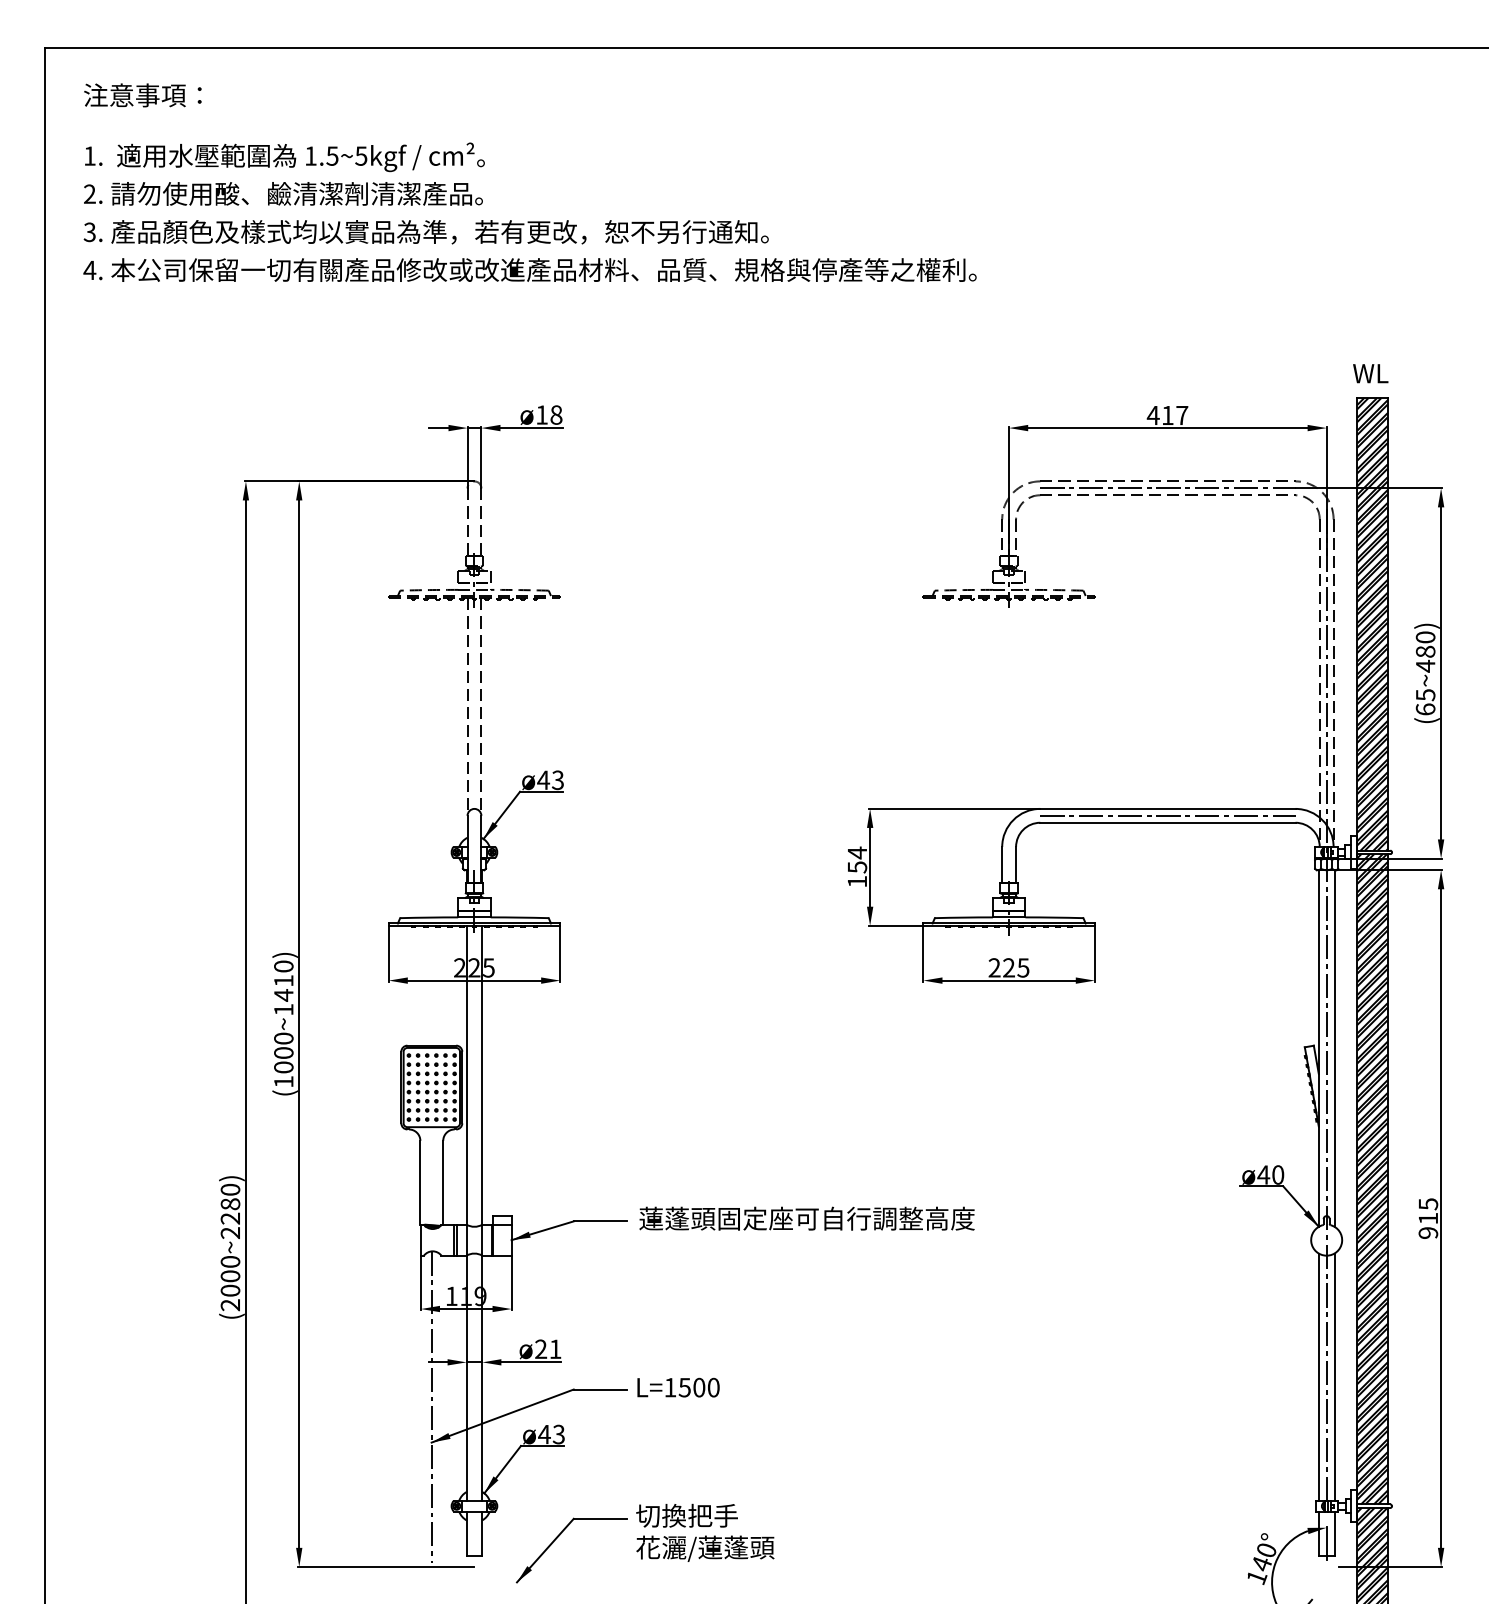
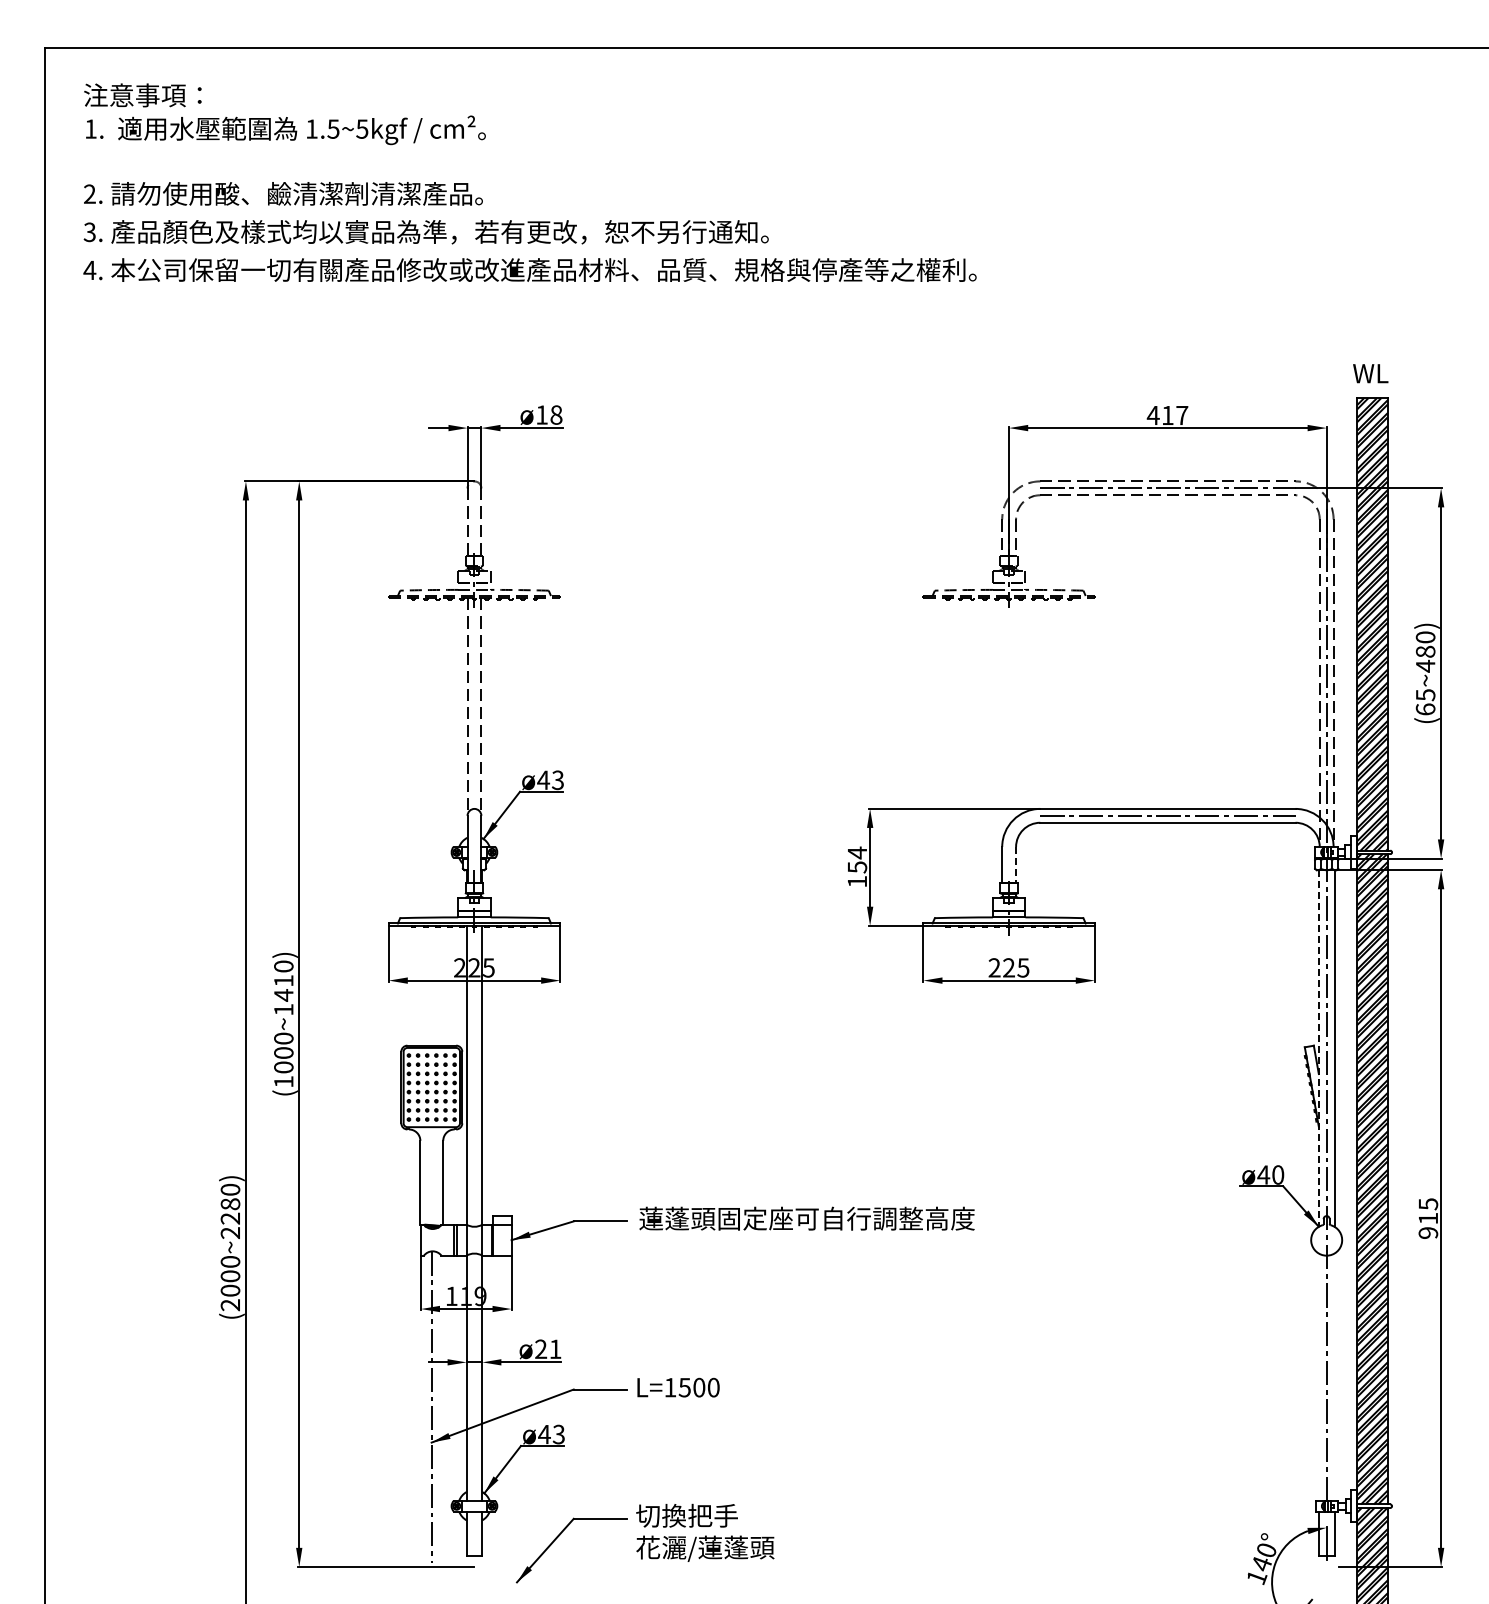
text at (284, 157) position: (284, 157) -> (285, 130)
line at (1016, 865): solid -> dashed
line at (1318, 1049): solid -> dashed
line at (1318, 1376): present -> none
line at (1334, 1376): present -> none
